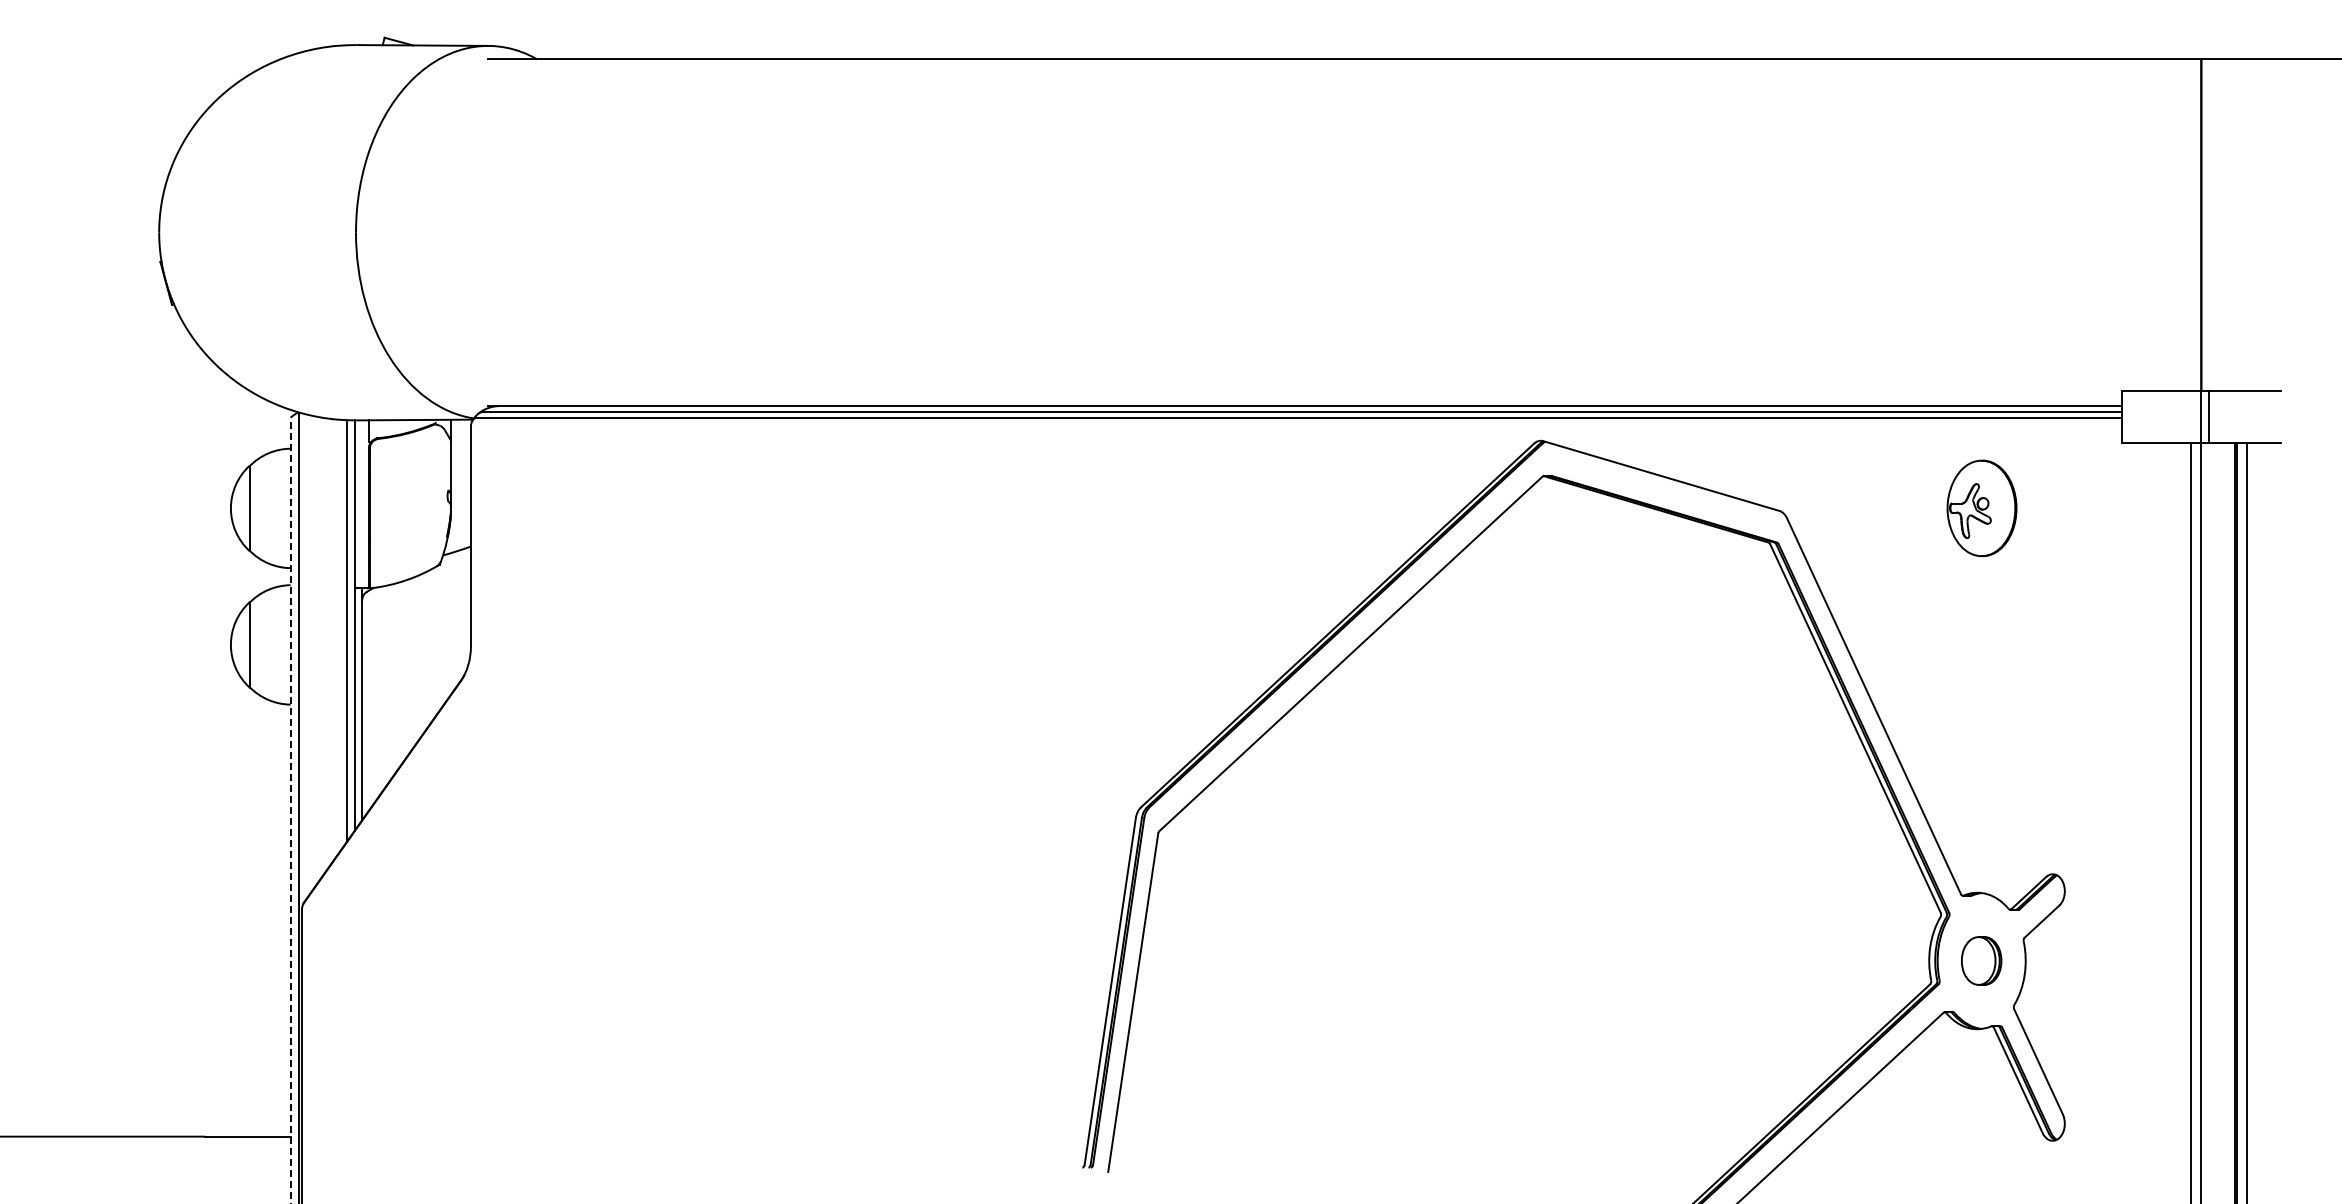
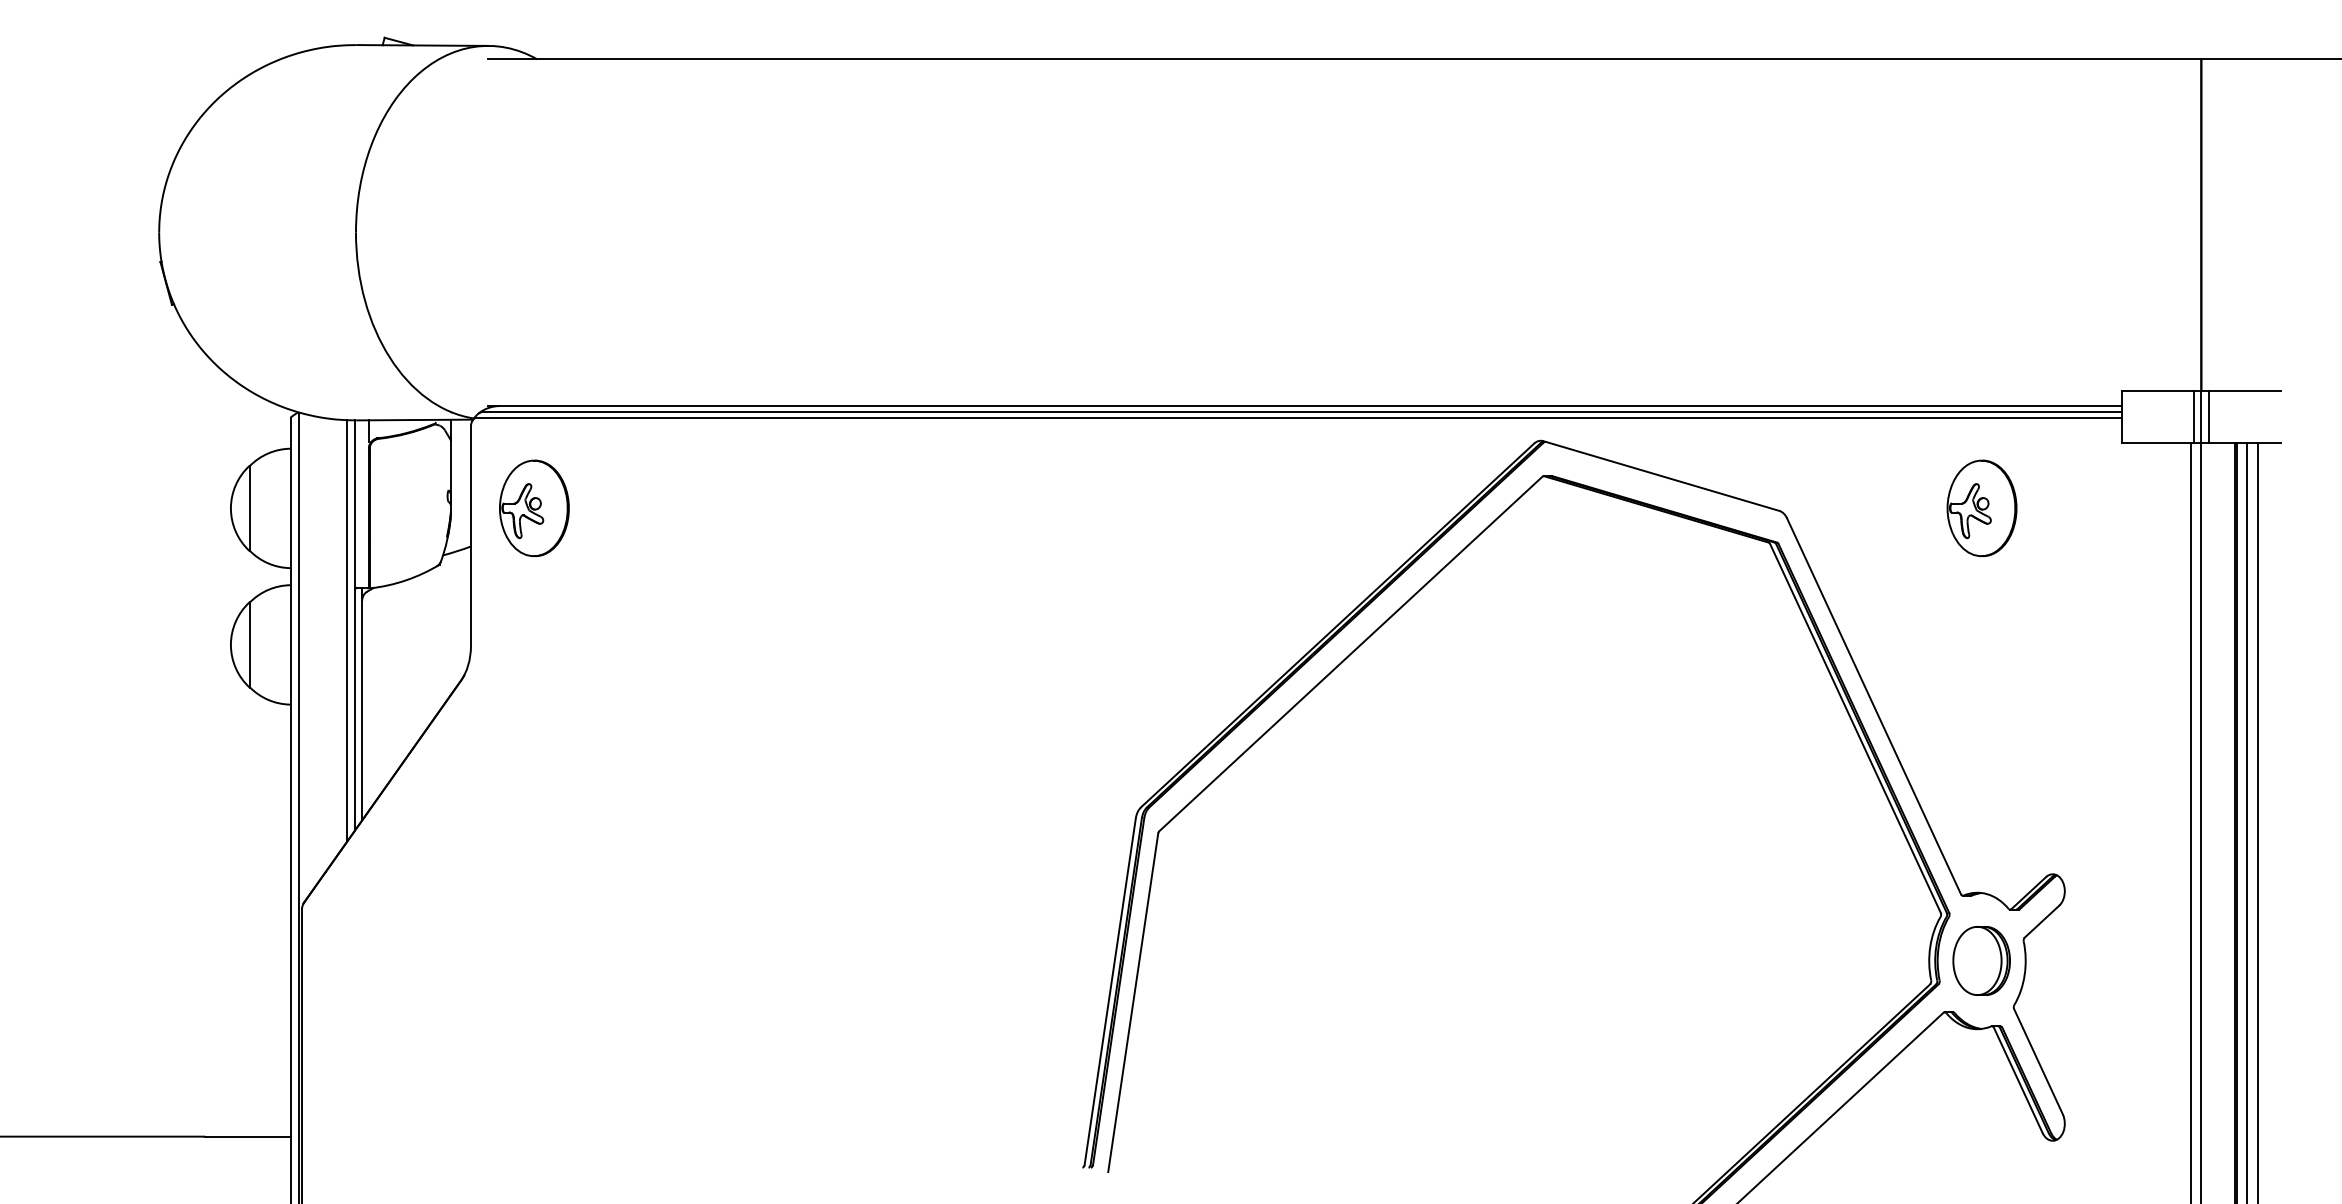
line at (2194, 416): none -> present
part at (534, 508): none -> present
line at (290, 810): dashed -> solid
line at (2257, 821): none -> present
part at (1981, 960) size: 42x50 px -> 59x70 px
